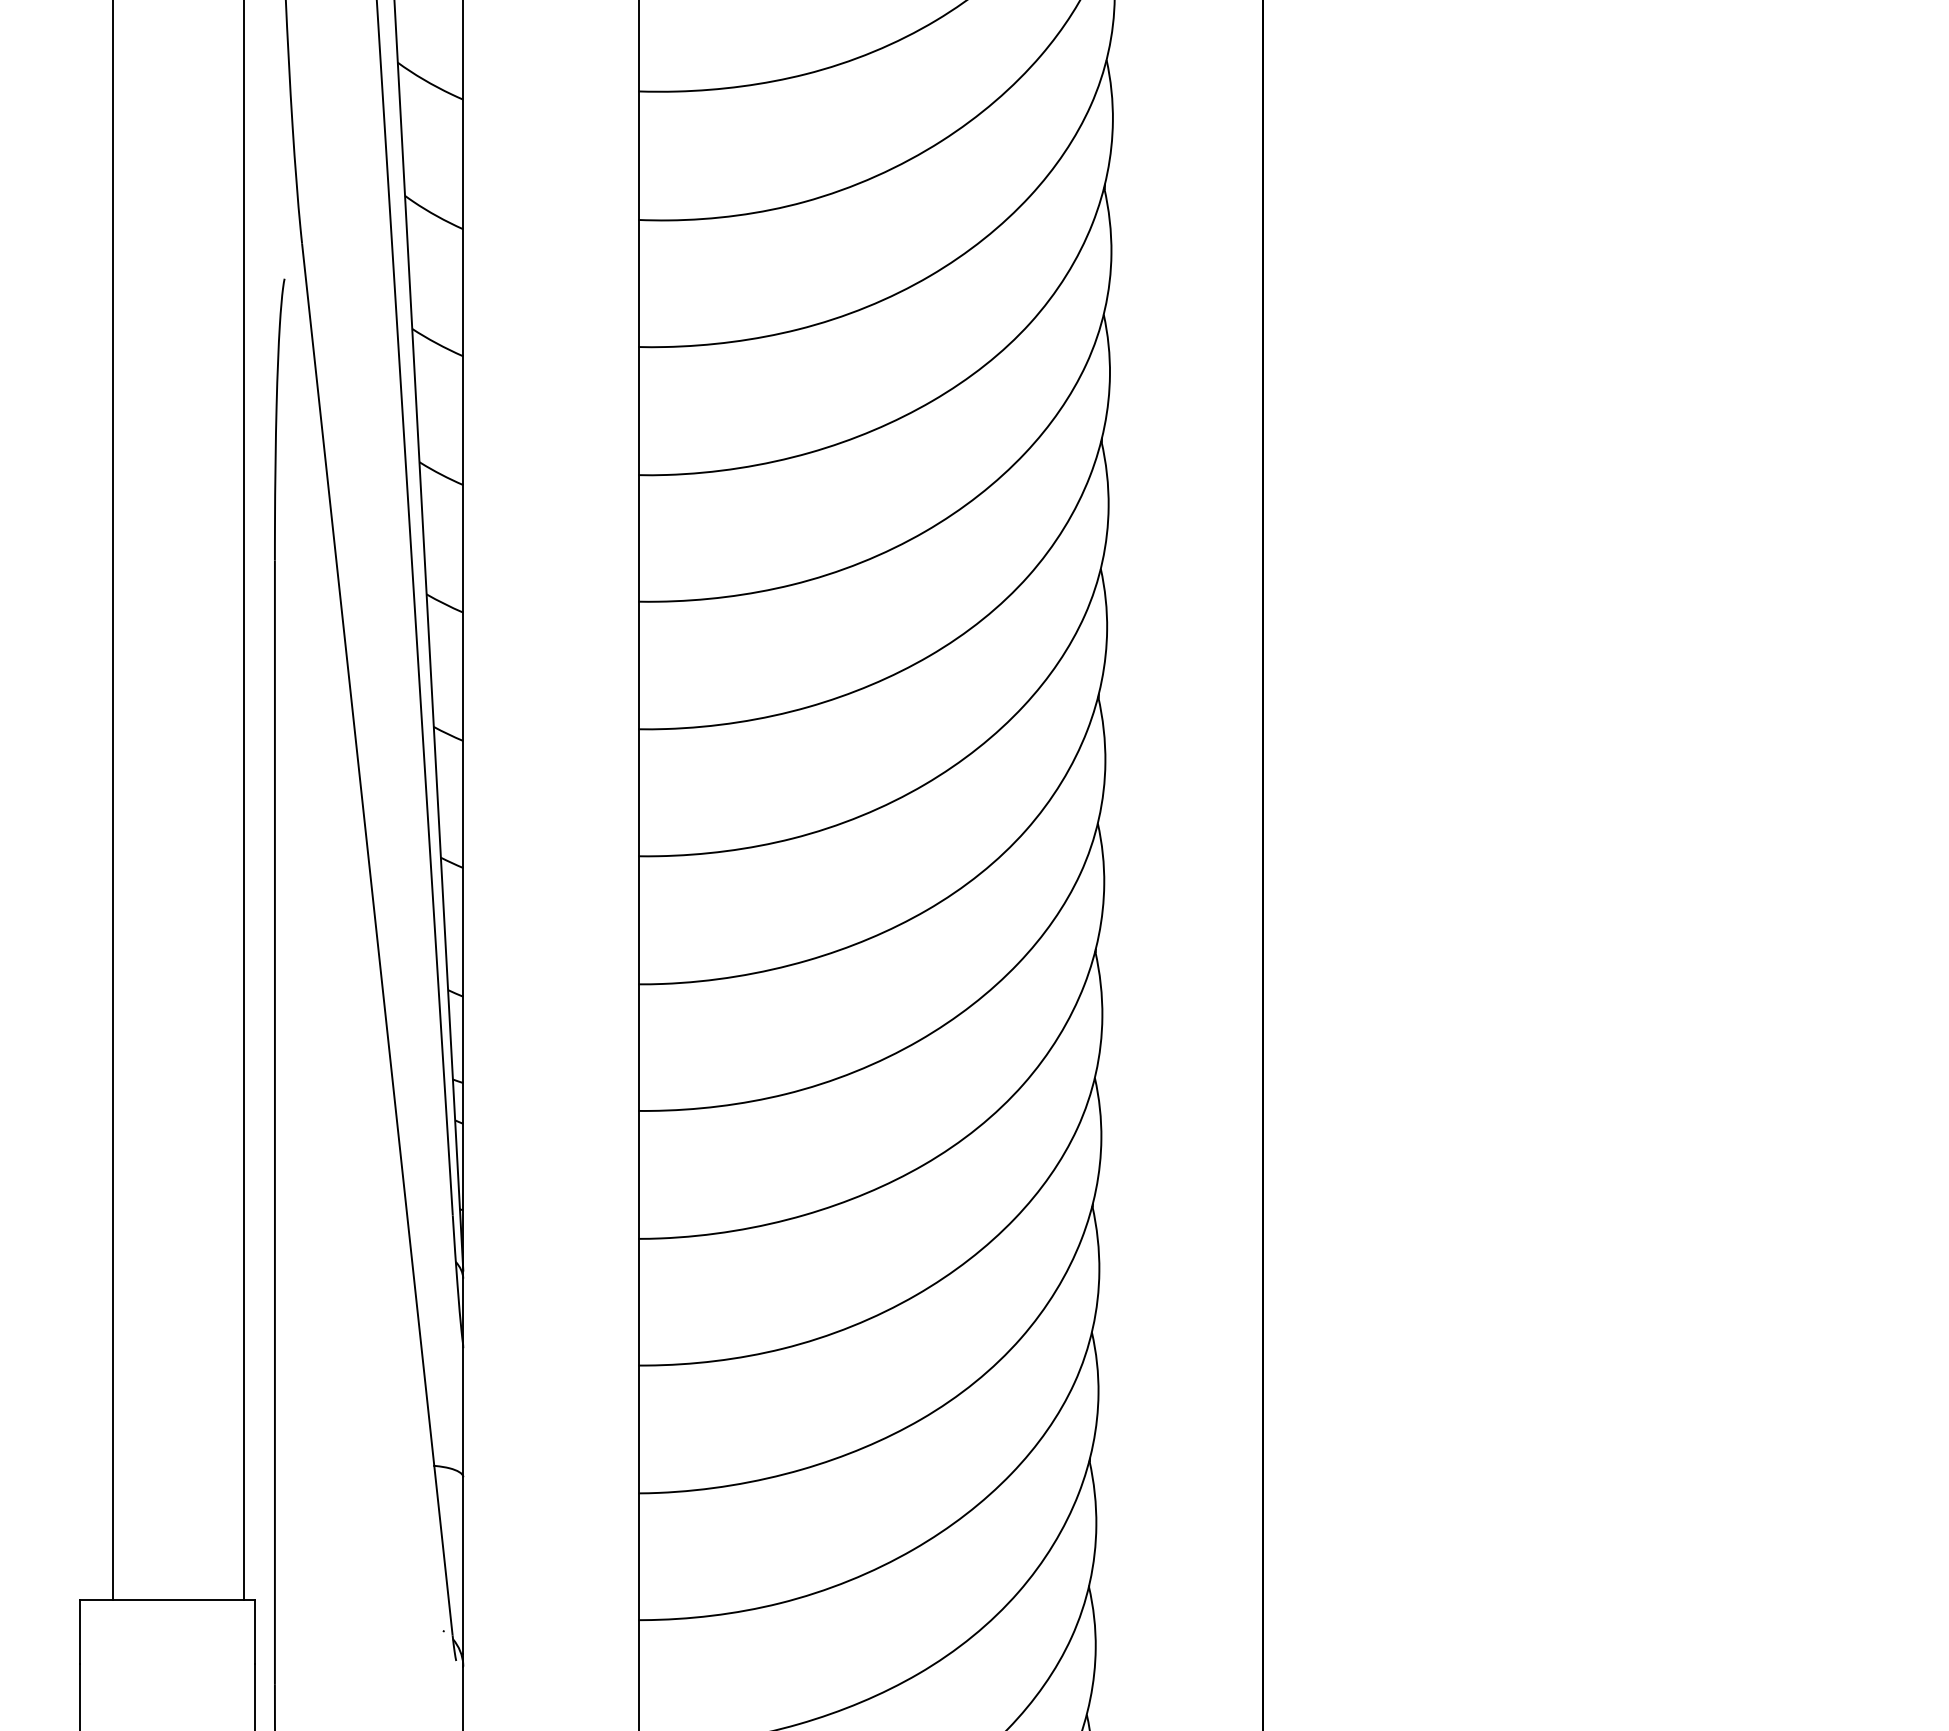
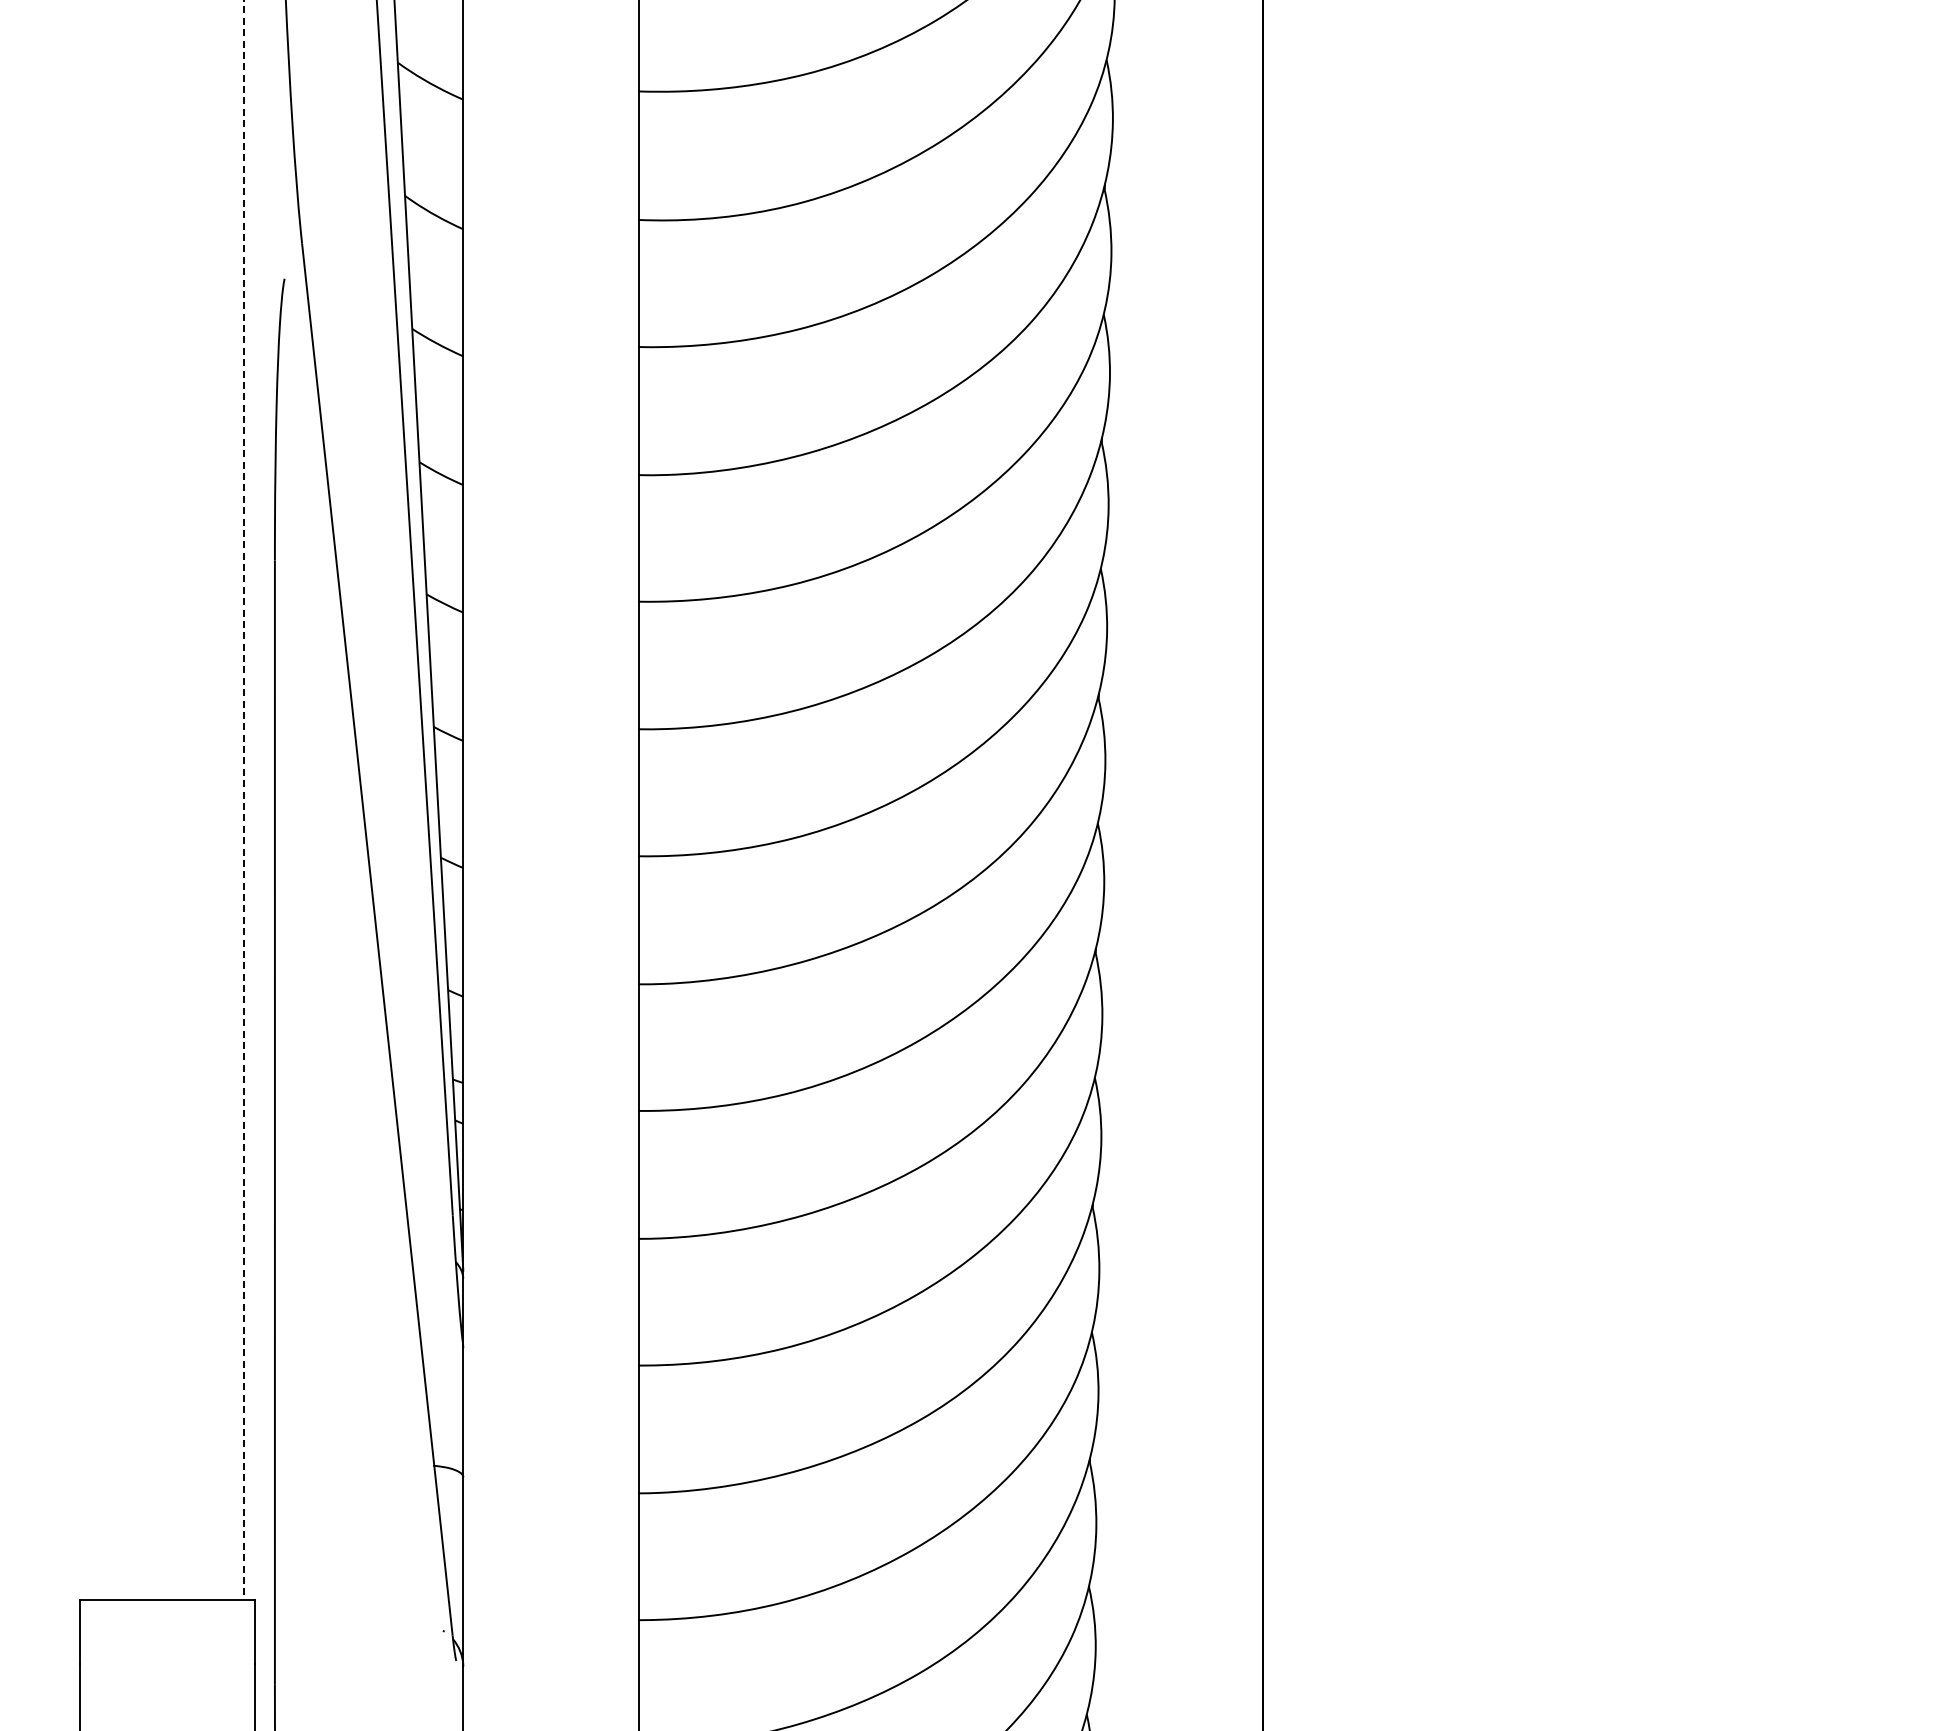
line at (112, 800): present -> none
line at (244, 800): solid -> dashed
